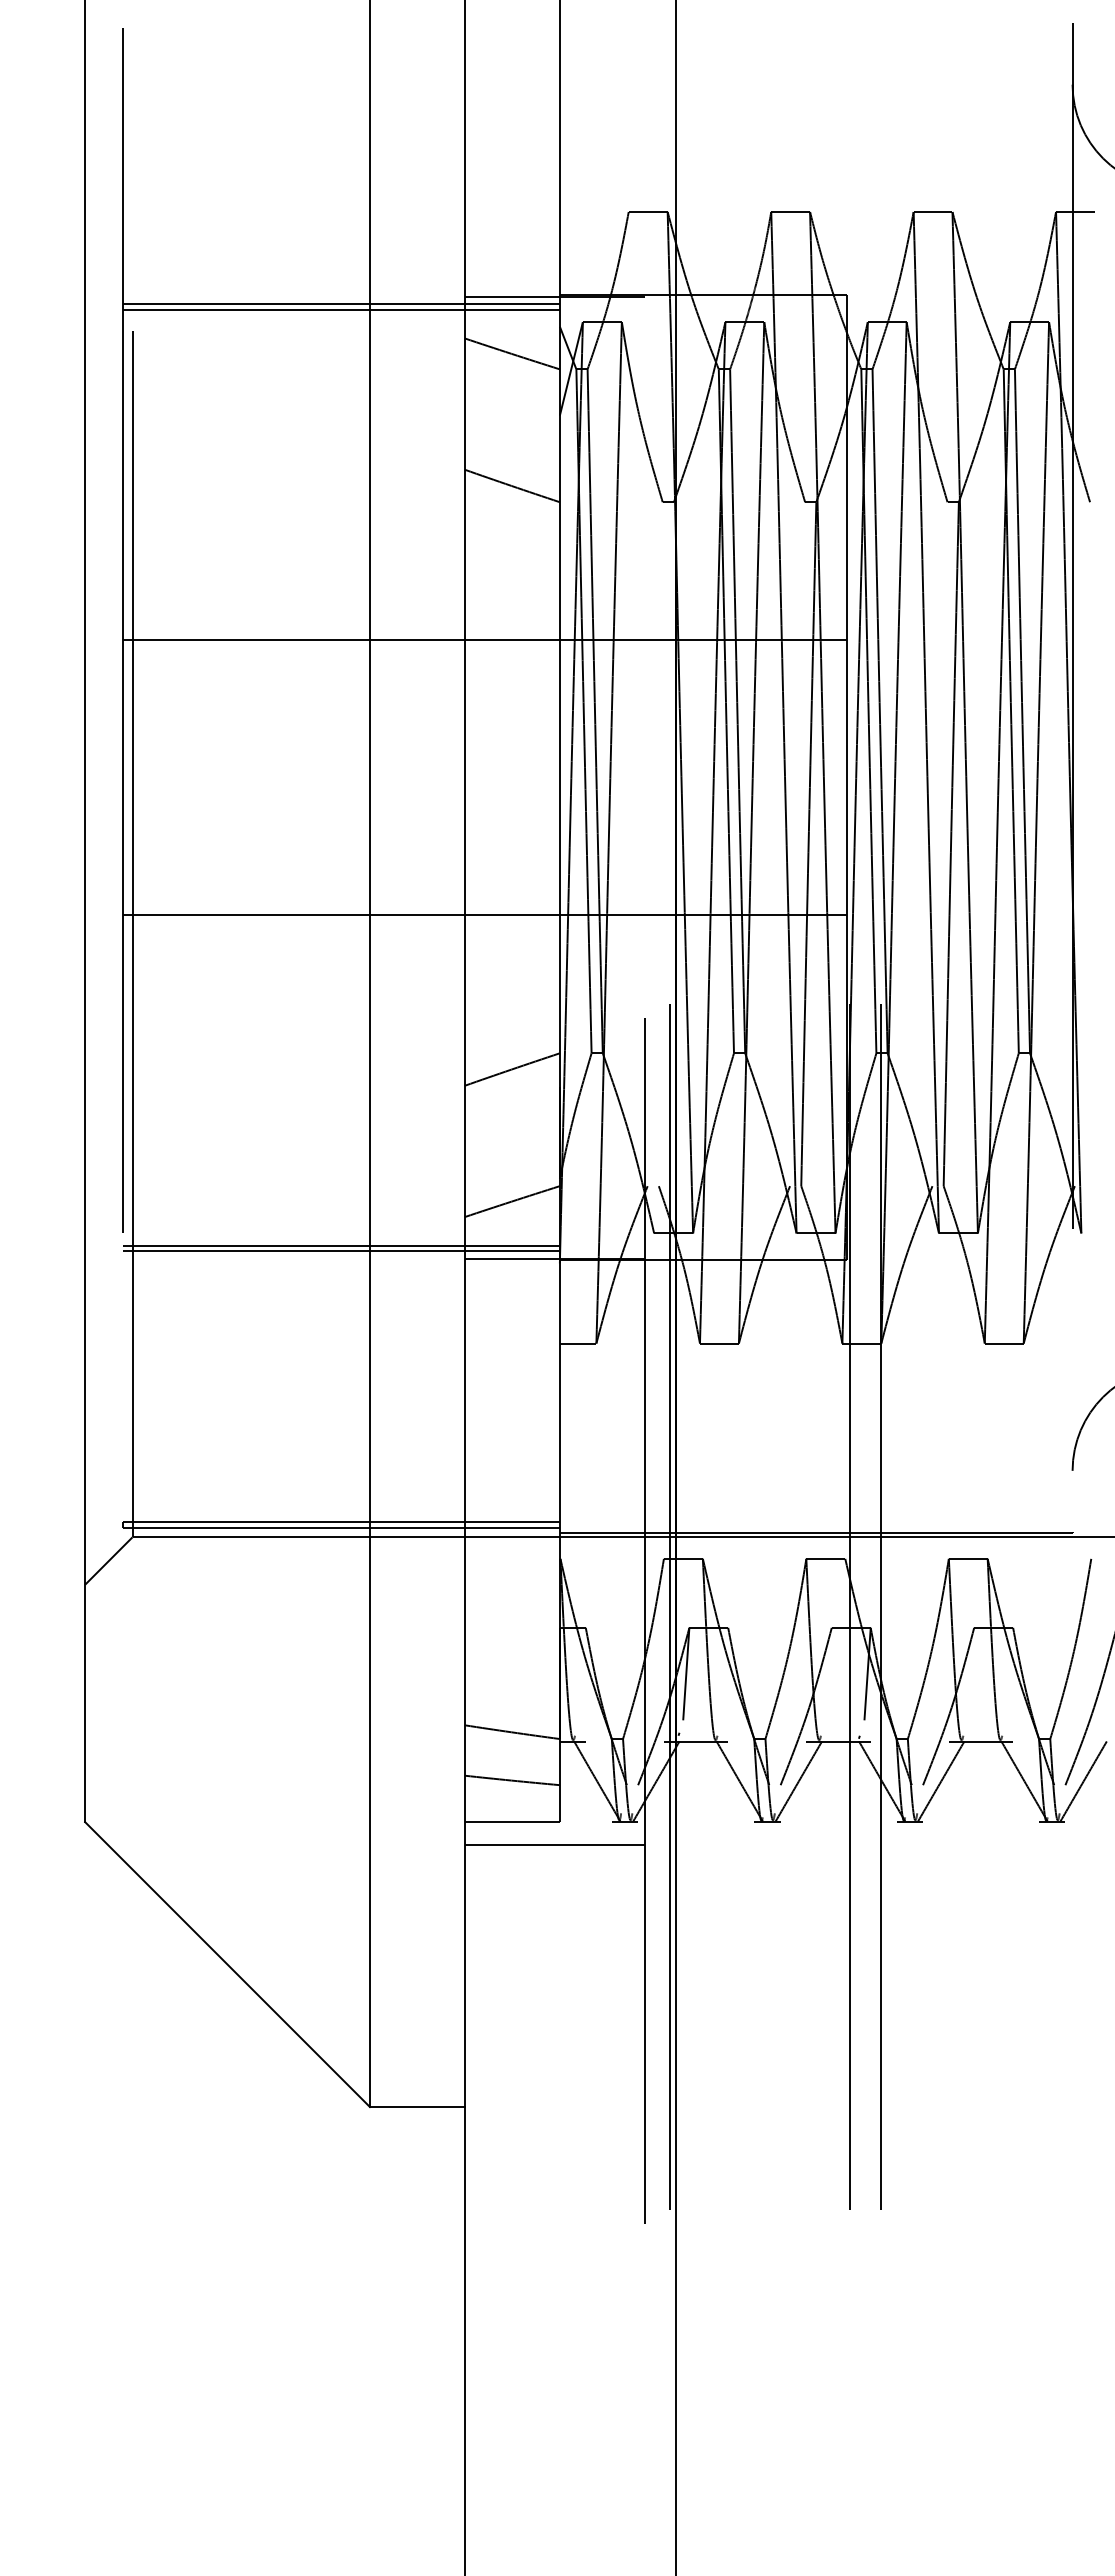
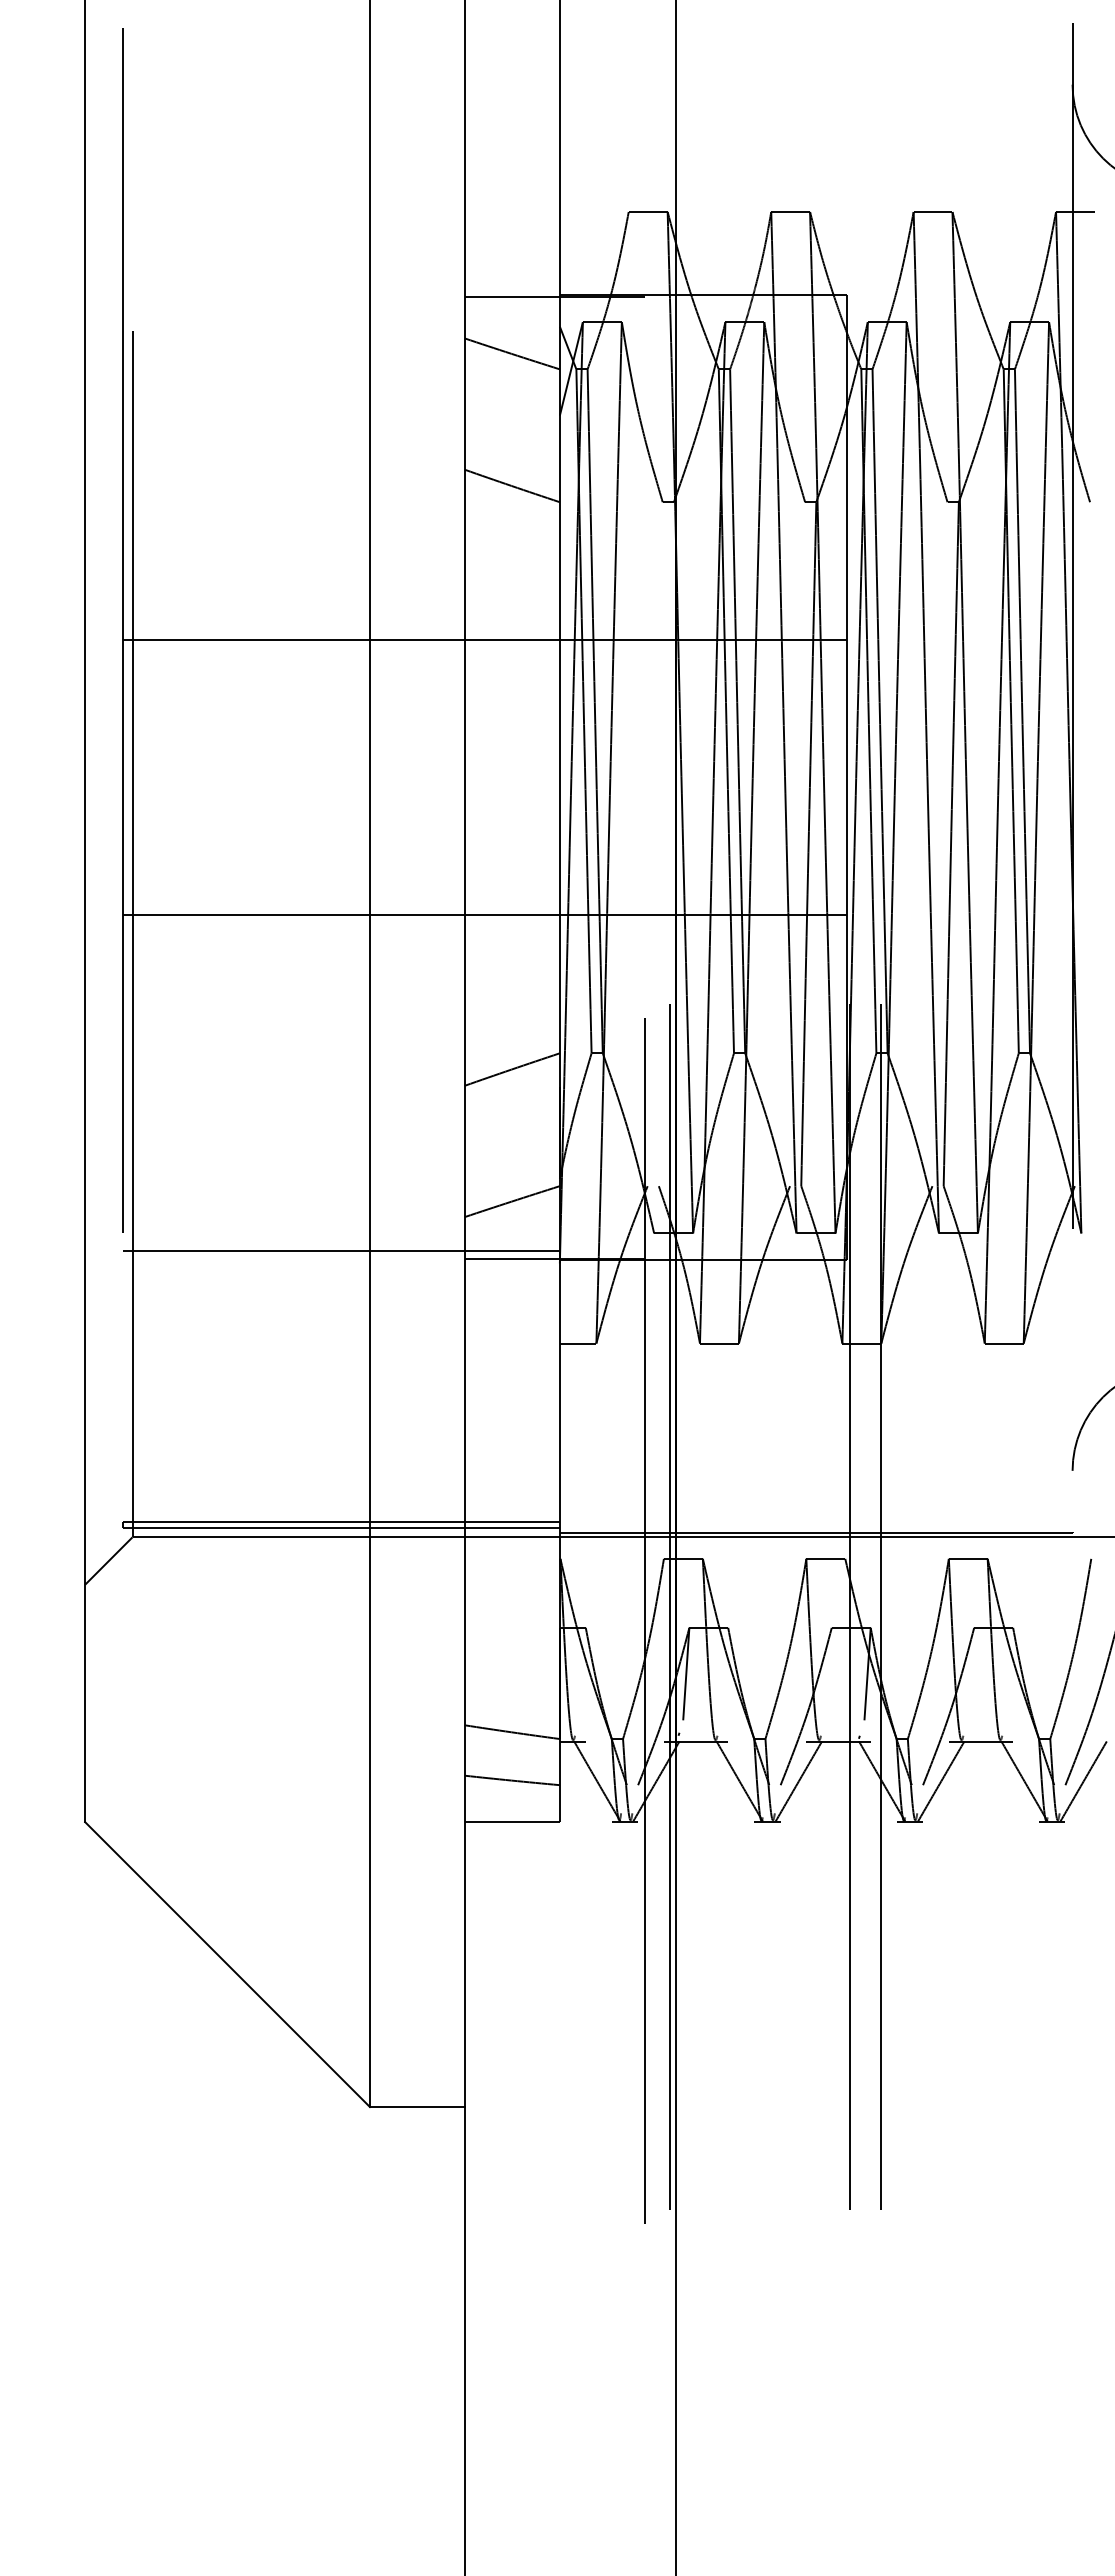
line at (341, 304): present -> none
line at (341, 309): present -> none
line at (341, 1245): present -> none
line at (554, 1844): present -> none
